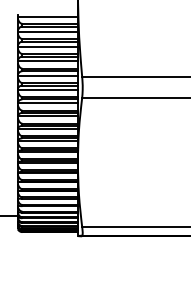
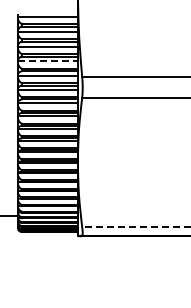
line at (47, 61): solid -> dashed
line at (135, 226): solid -> dashed
